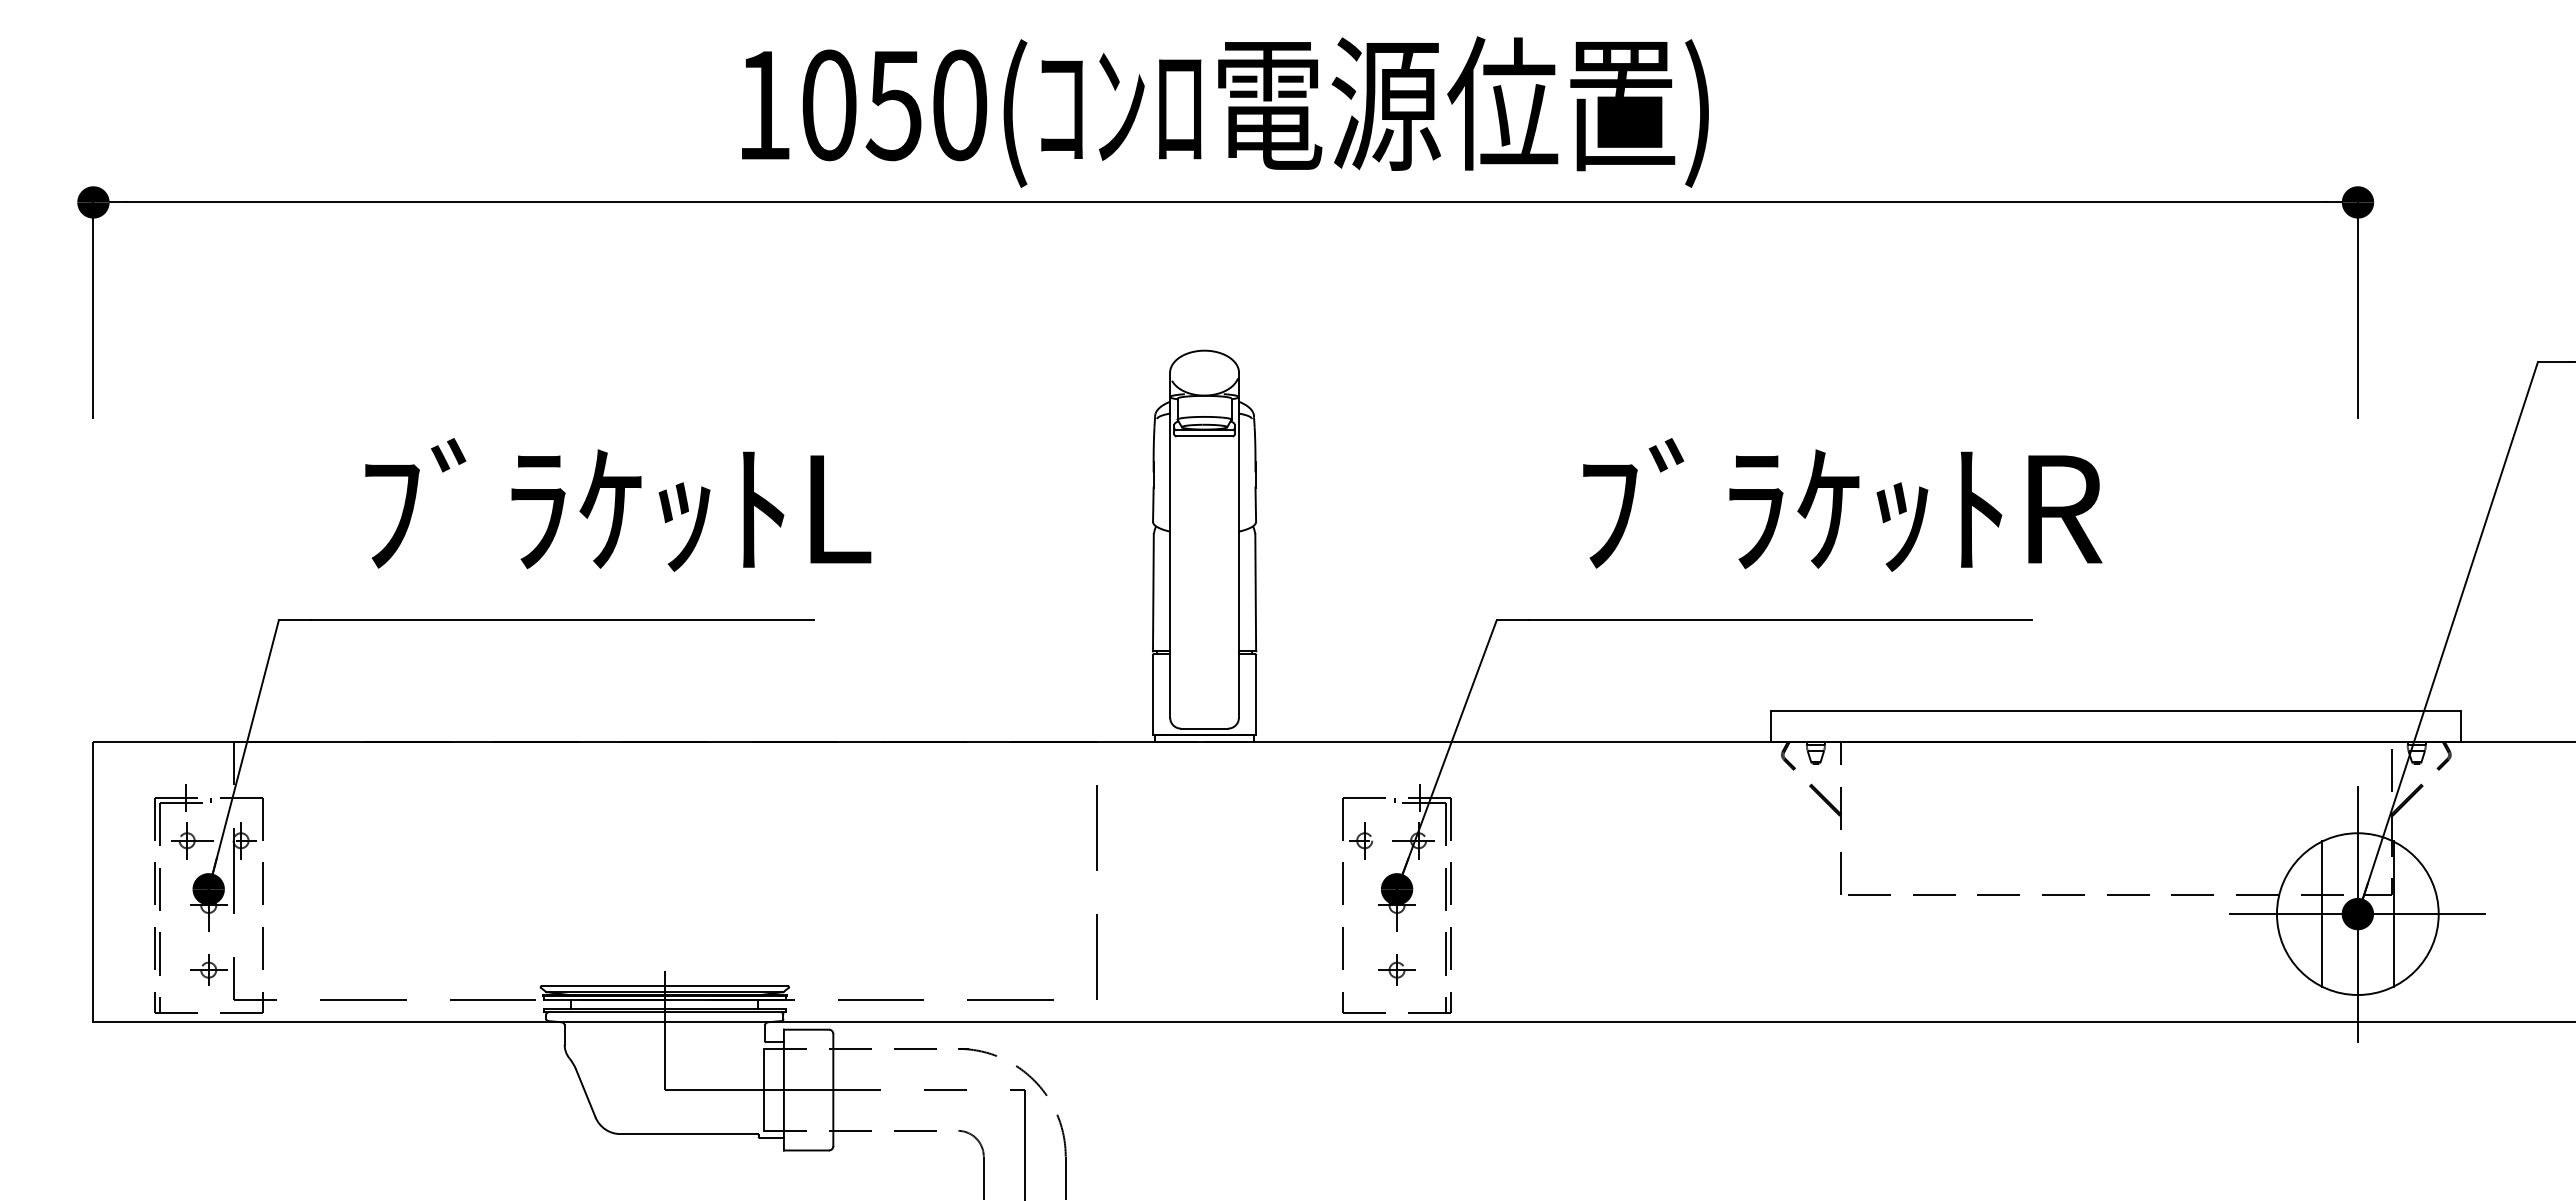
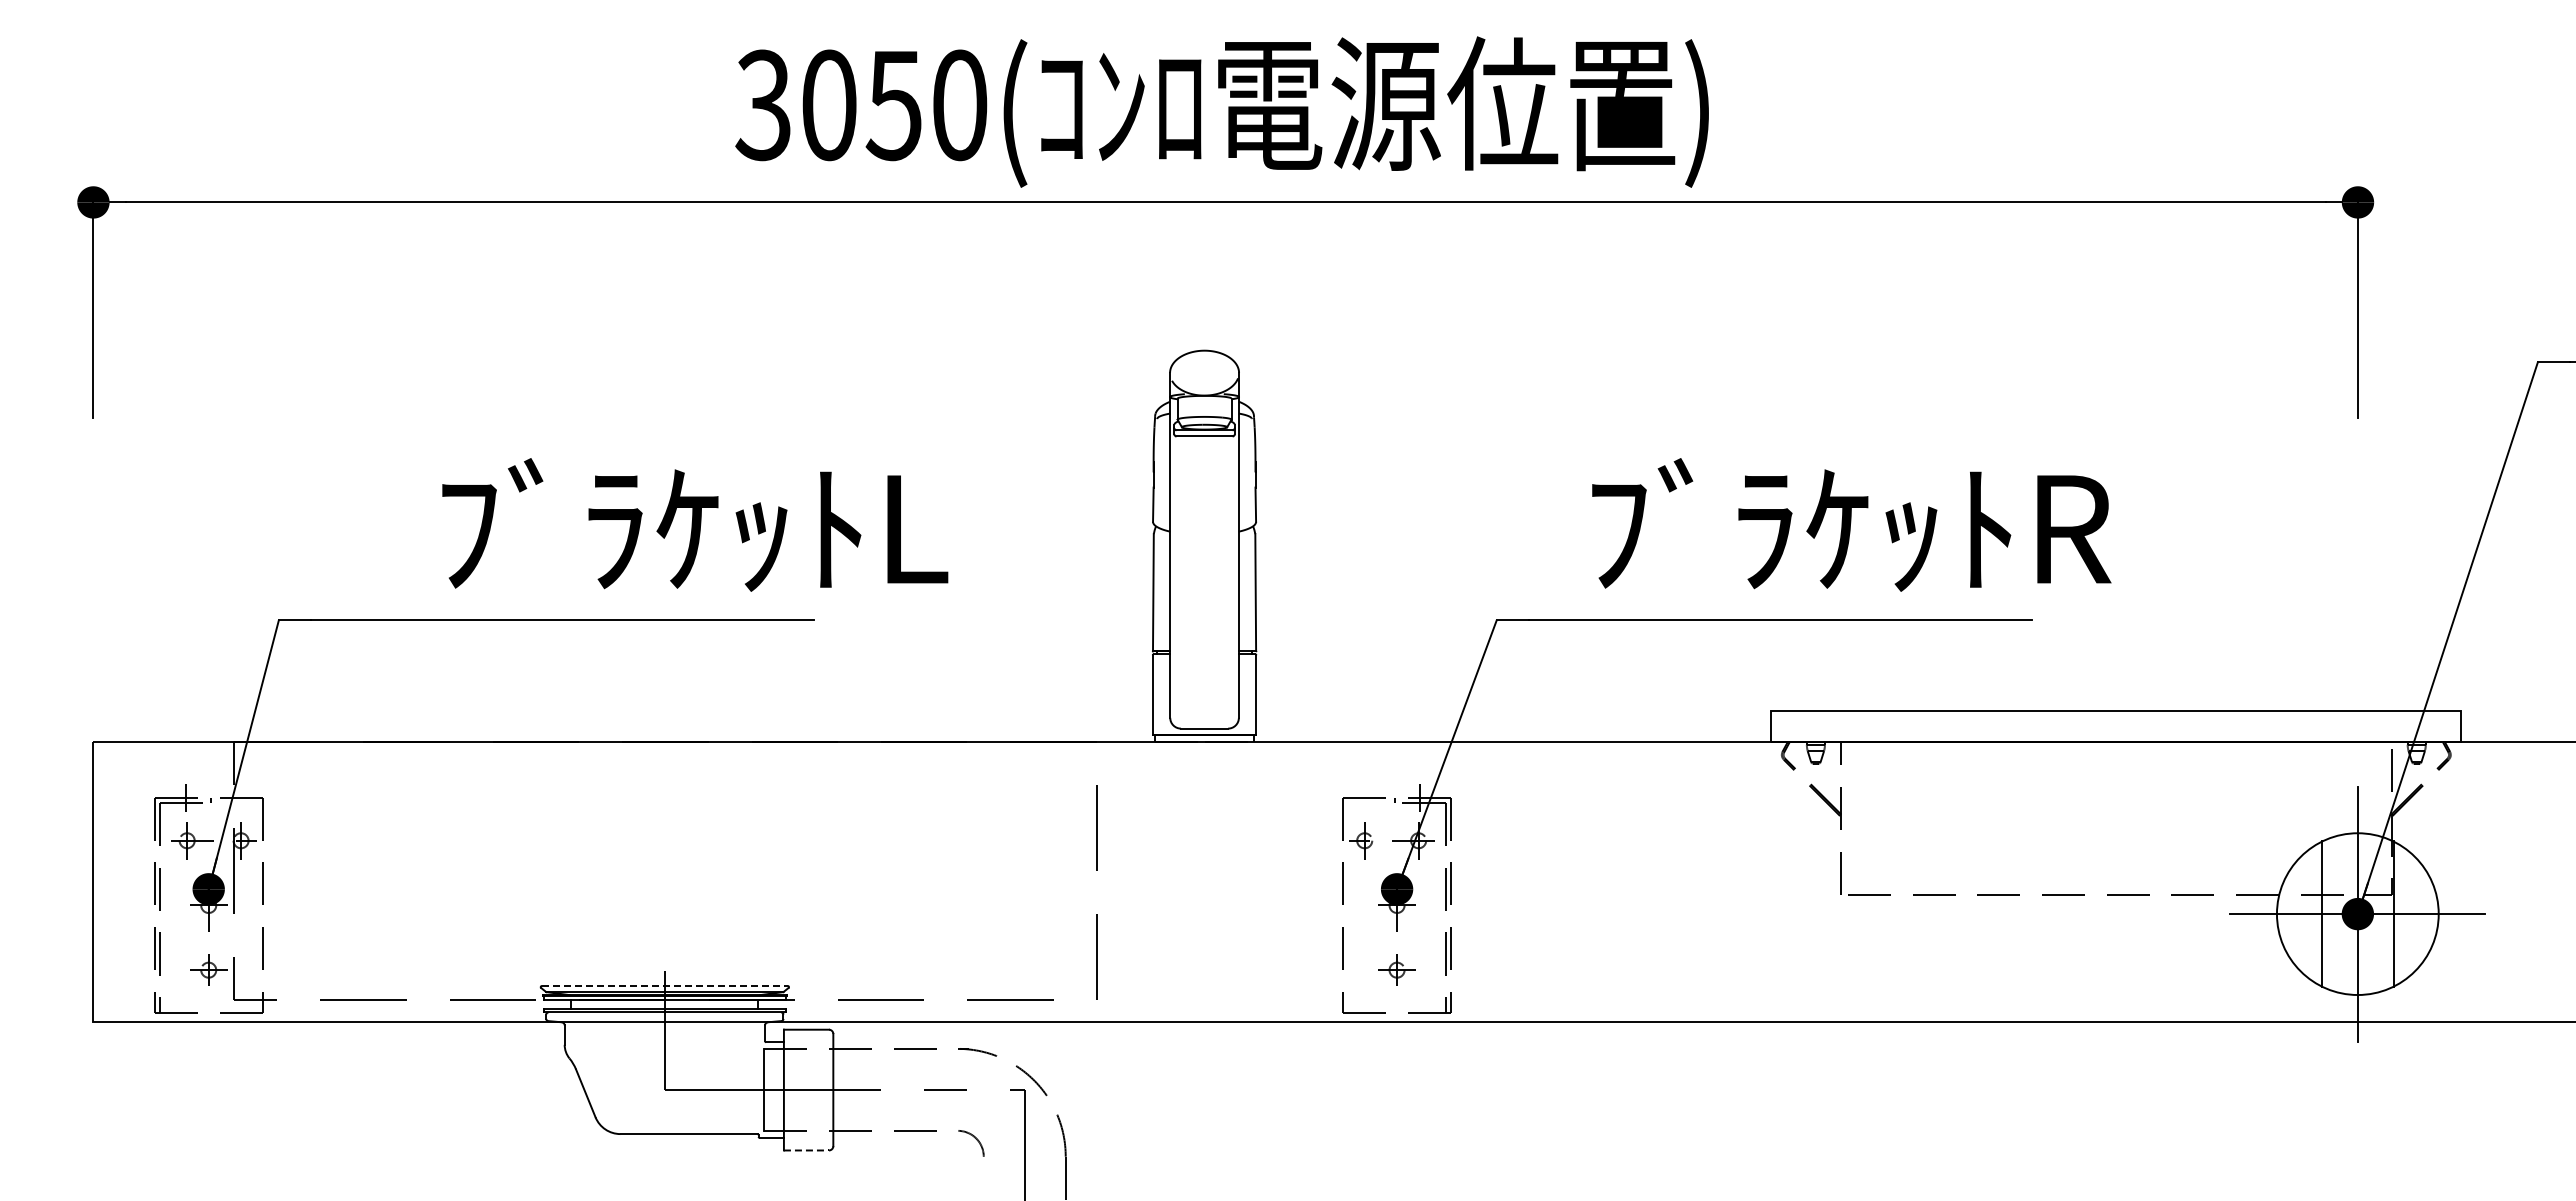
text at (762, 105): 1050( -> 3050(
text at (618, 504) position: (618, 504) -> (695, 524)
text at (1842, 504) position: (1842, 504) -> (1851, 524)
line at (665, 986): solid -> dashed
line at (806, 1150): solid -> dashed
line at (983, 1176): present -> none
